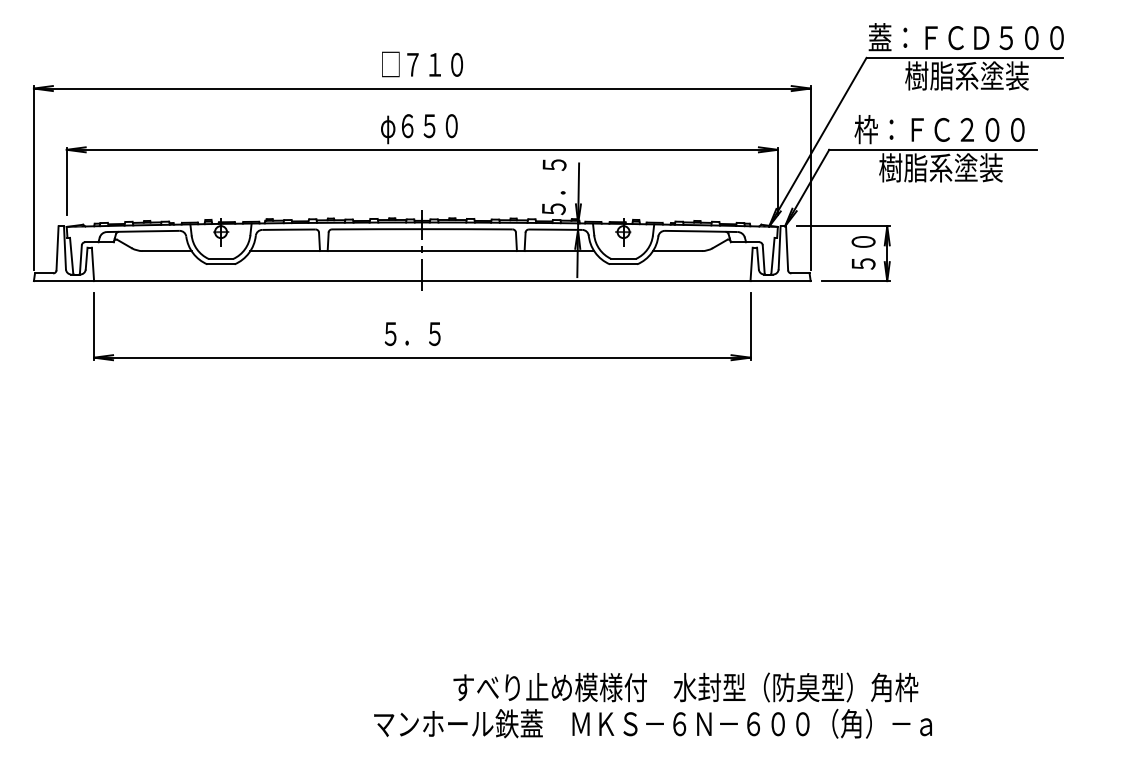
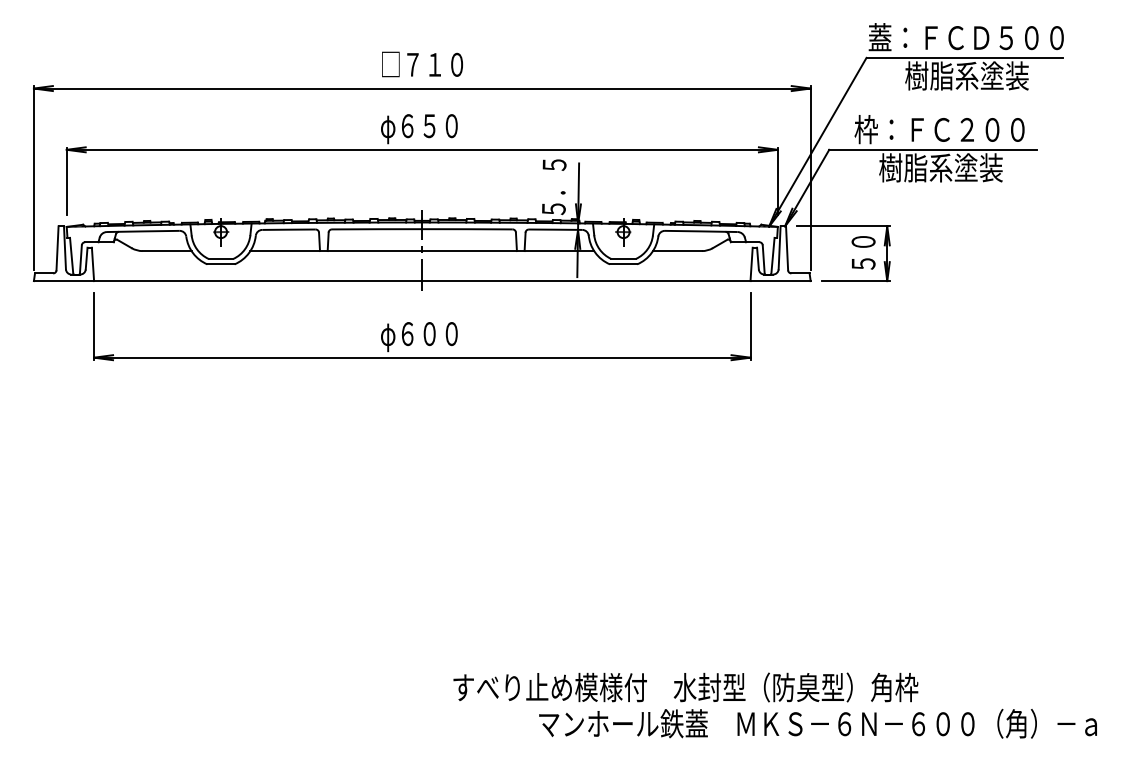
text at (419, 337): ５．５ -> φ６００
text at (652, 723) position: (652, 723) -> (817, 723)
